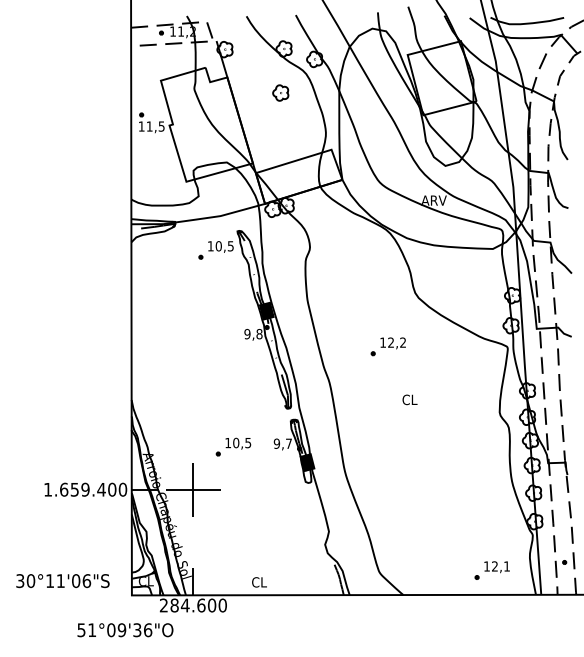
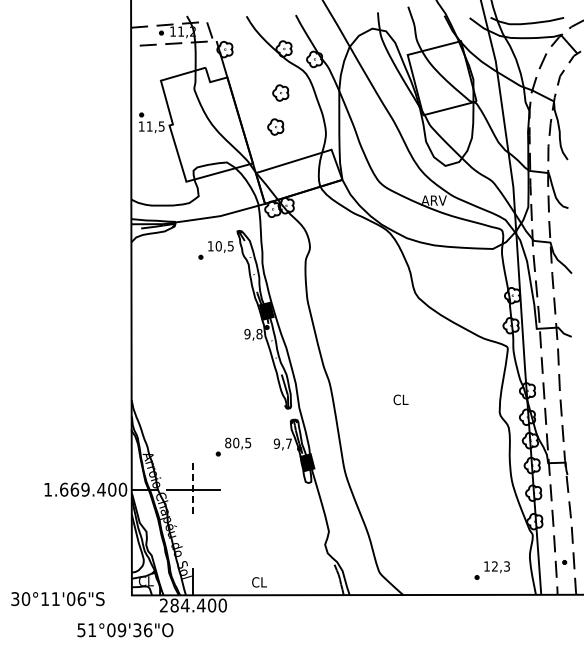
part at (275, 126): none -> present
part at (387, 346): present -> none
text at (409, 399) position: (409, 399) -> (400, 399)
text at (228, 442): 10,5 -> 80,5
text at (74, 489): 1.659.400 -> 1.669.400
line at (193, 490): solid -> dashed
text at (506, 566): 12,1 -> 12,3
text at (62, 581) position: (62, 581) -> (57, 599)
text at (200, 605): 284.600 -> 284.400
